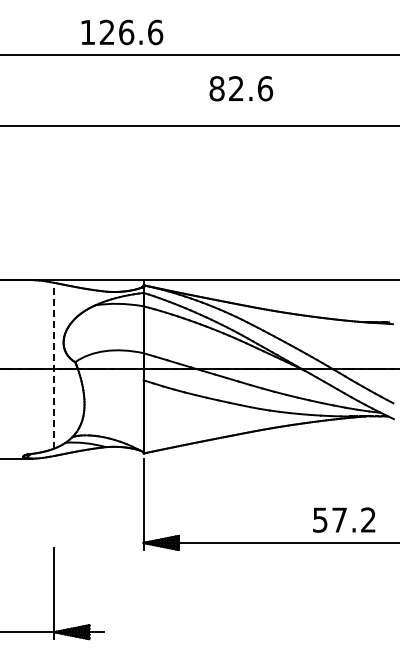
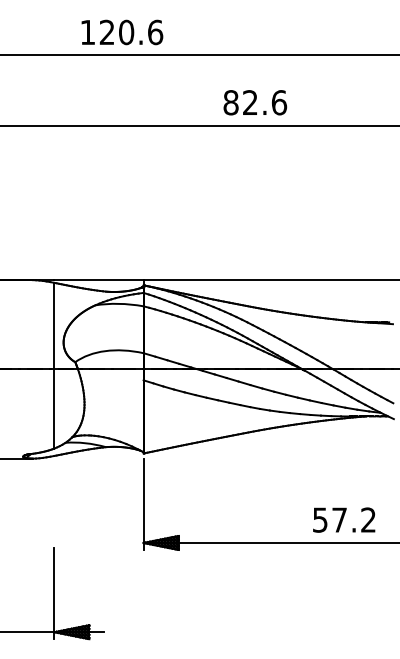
text at (126, 31): 126.6 -> 120.6
text at (241, 88) position: (241, 88) -> (255, 102)
line at (54, 365): dashed -> solid
